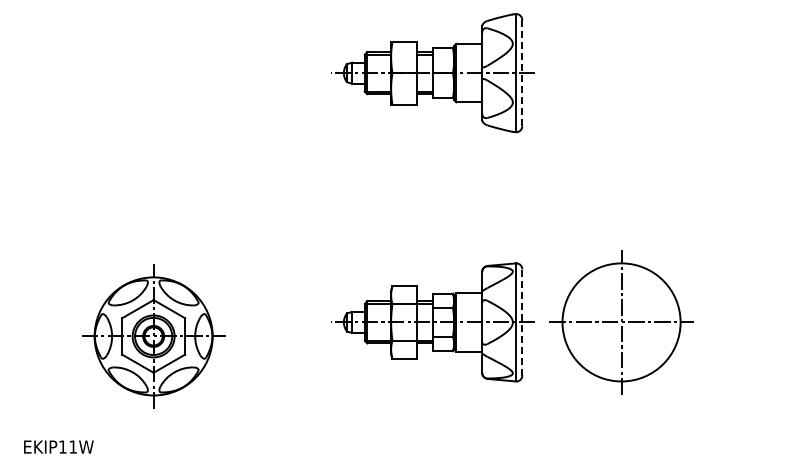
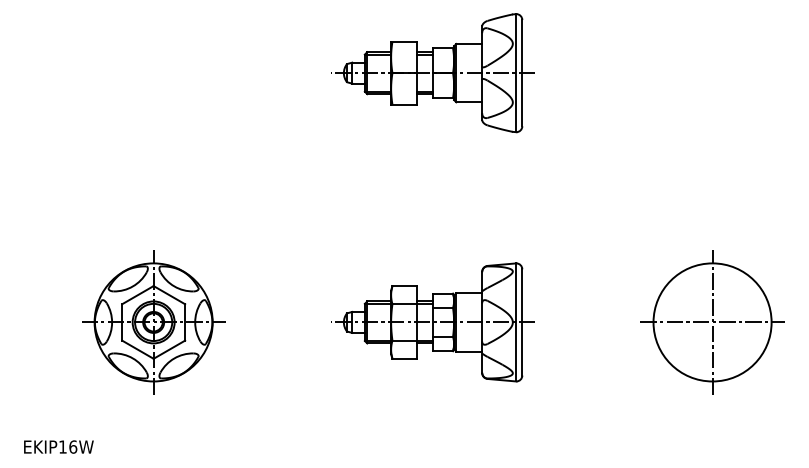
line at (522, 72): dashed -> solid
line at (522, 321): dashed -> solid
part at (621, 322) position: (621, 322) -> (712, 322)
part at (153, 336) position: (153, 336) -> (153, 322)
text at (73, 446): EKIP11W -> EKIP16W
